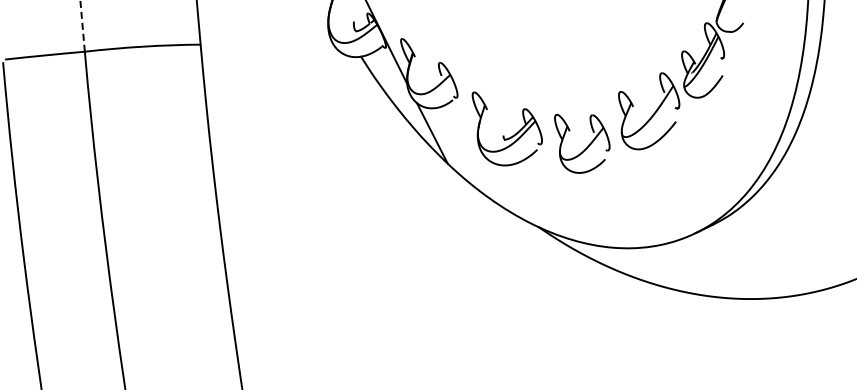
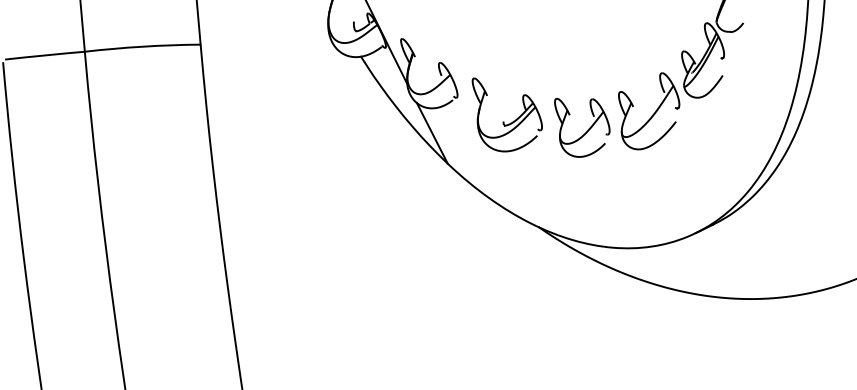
line at (82, 25): dashed -> solid
part at (504, 135) position: (504, 135) -> (504, 121)
part at (582, 143) position: (582, 143) -> (582, 127)
